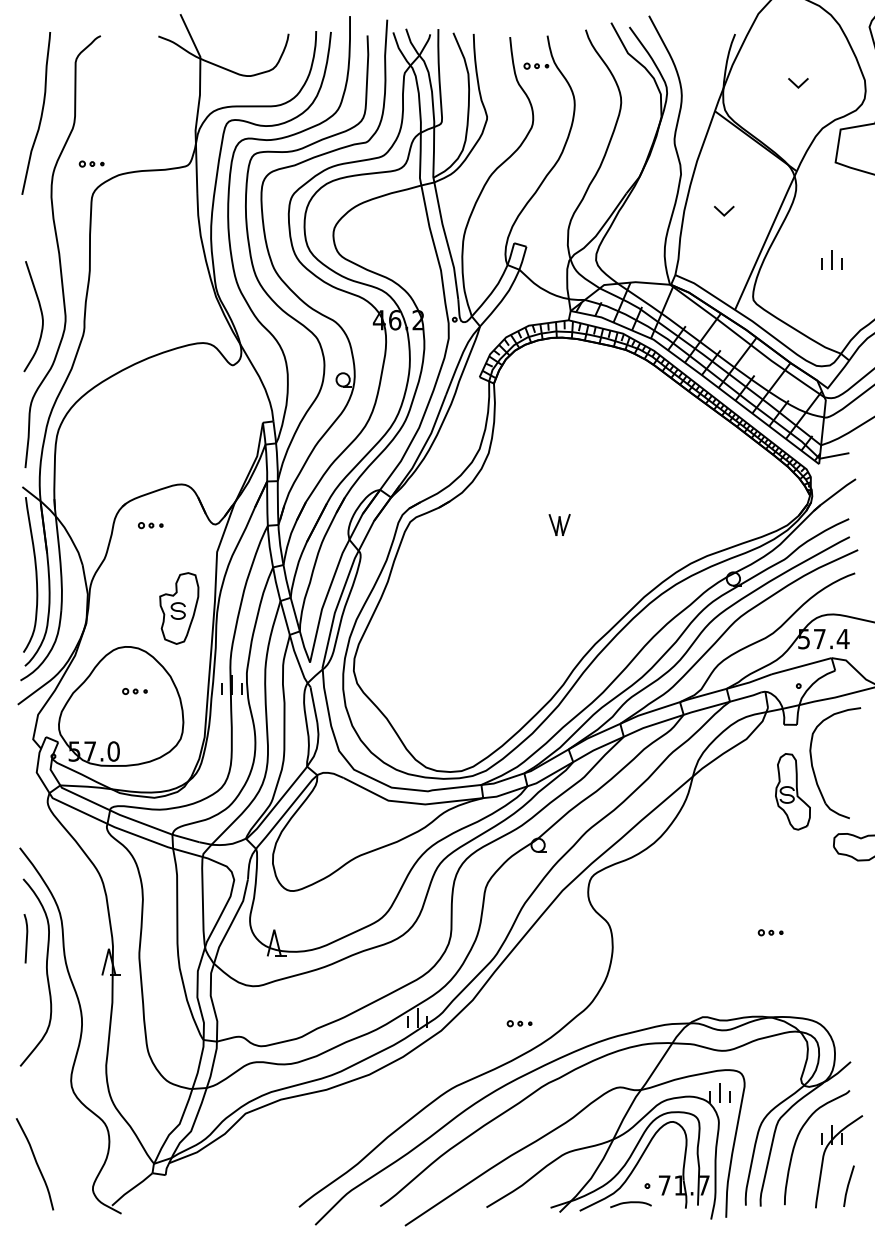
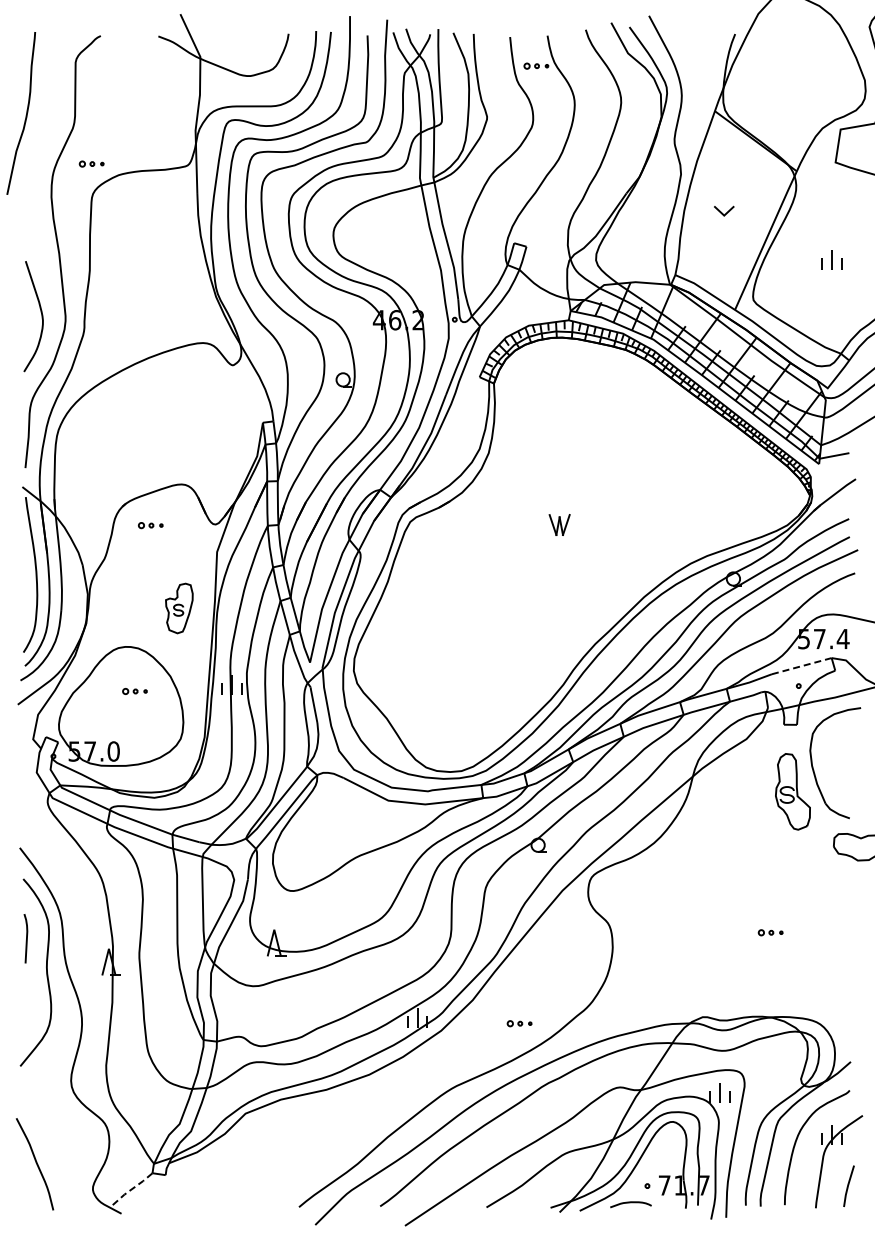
part at (798, 83): present -> none
curve at (40, 115) position: (40, 115) -> (25, 115)
part at (179, 608) size: 41x73 px -> 29x53 px
line at (801, 666): solid -> dashed
line at (132, 1189): solid -> dashed
